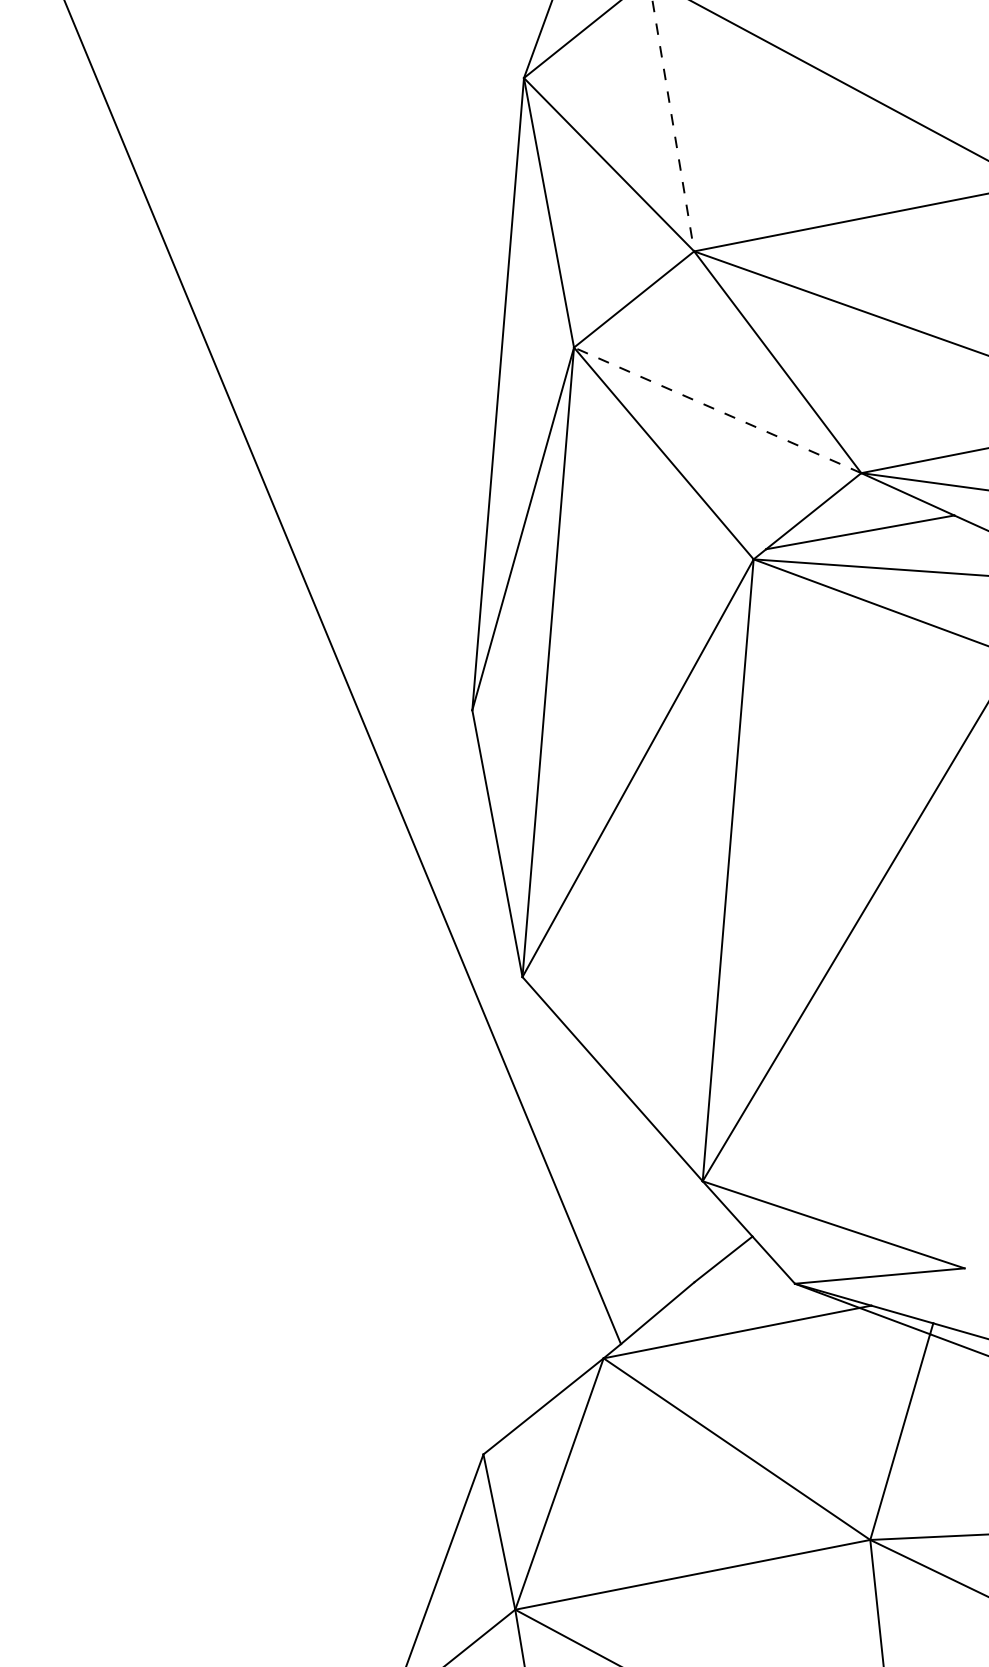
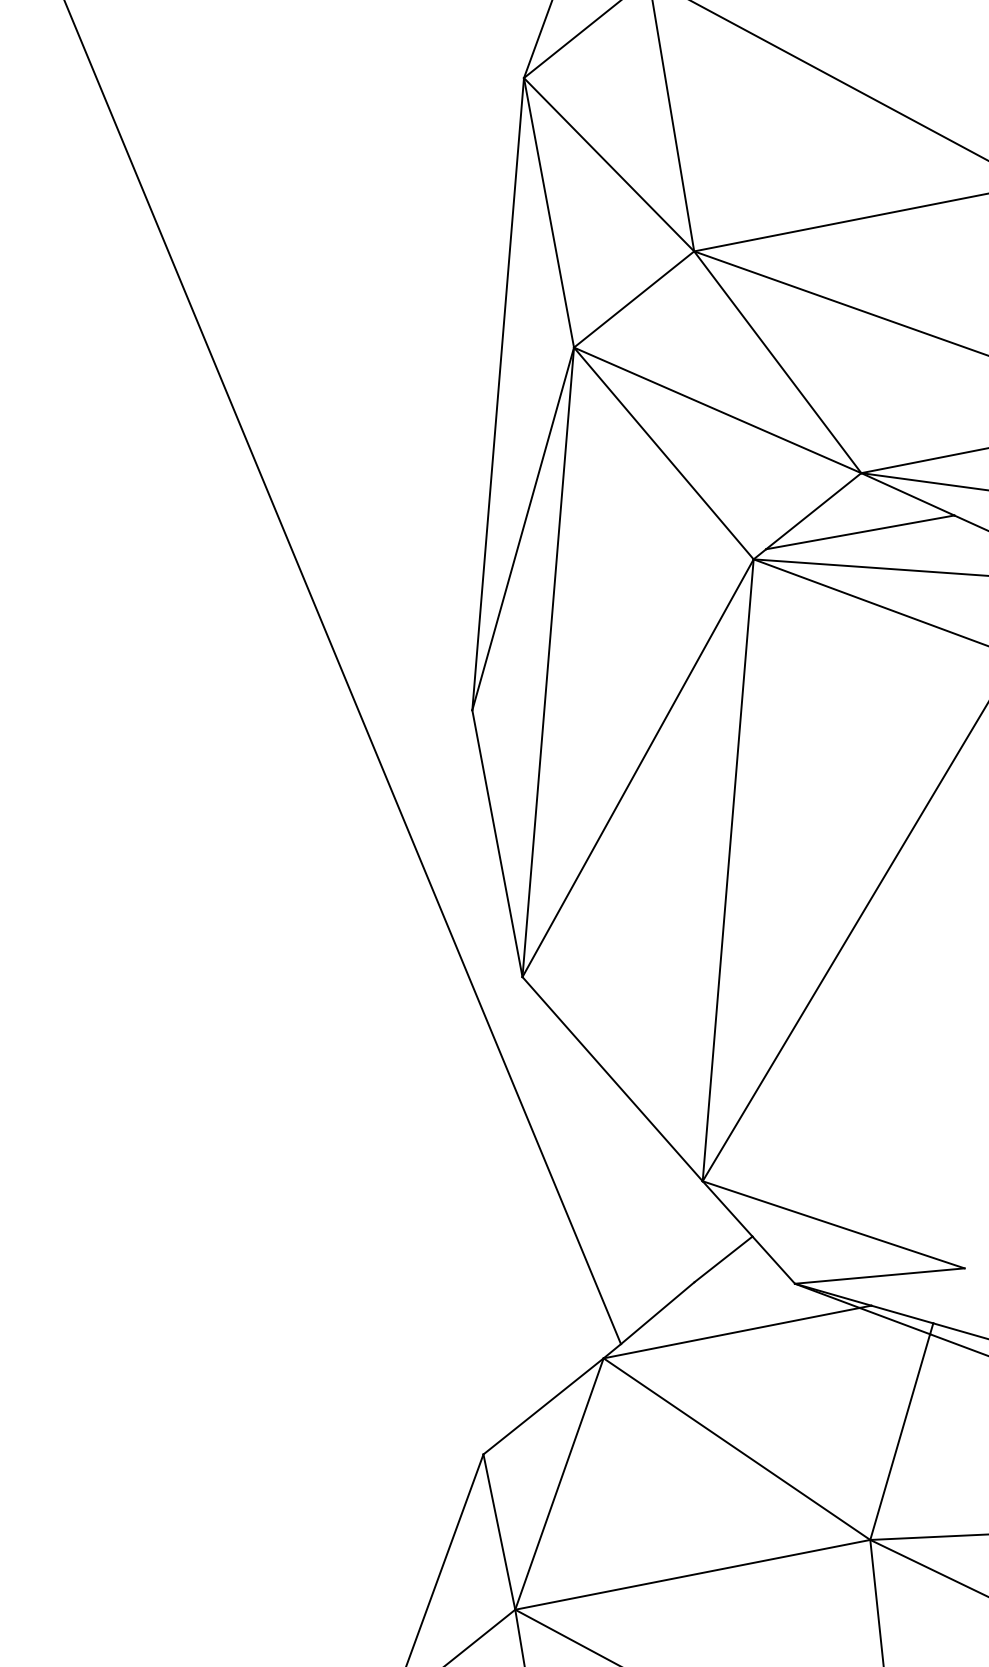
line at (673, 126): dashed -> solid
line at (717, 410): dashed -> solid
